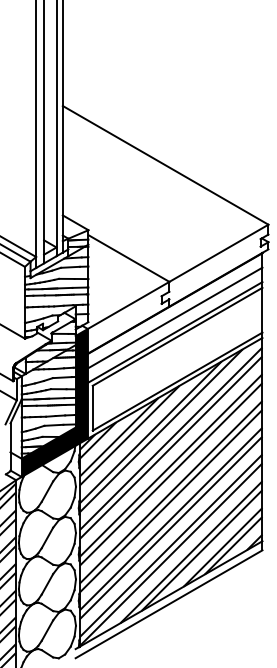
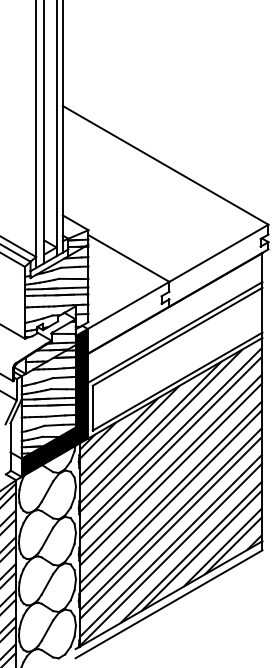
line at (174, 317): present -> none
